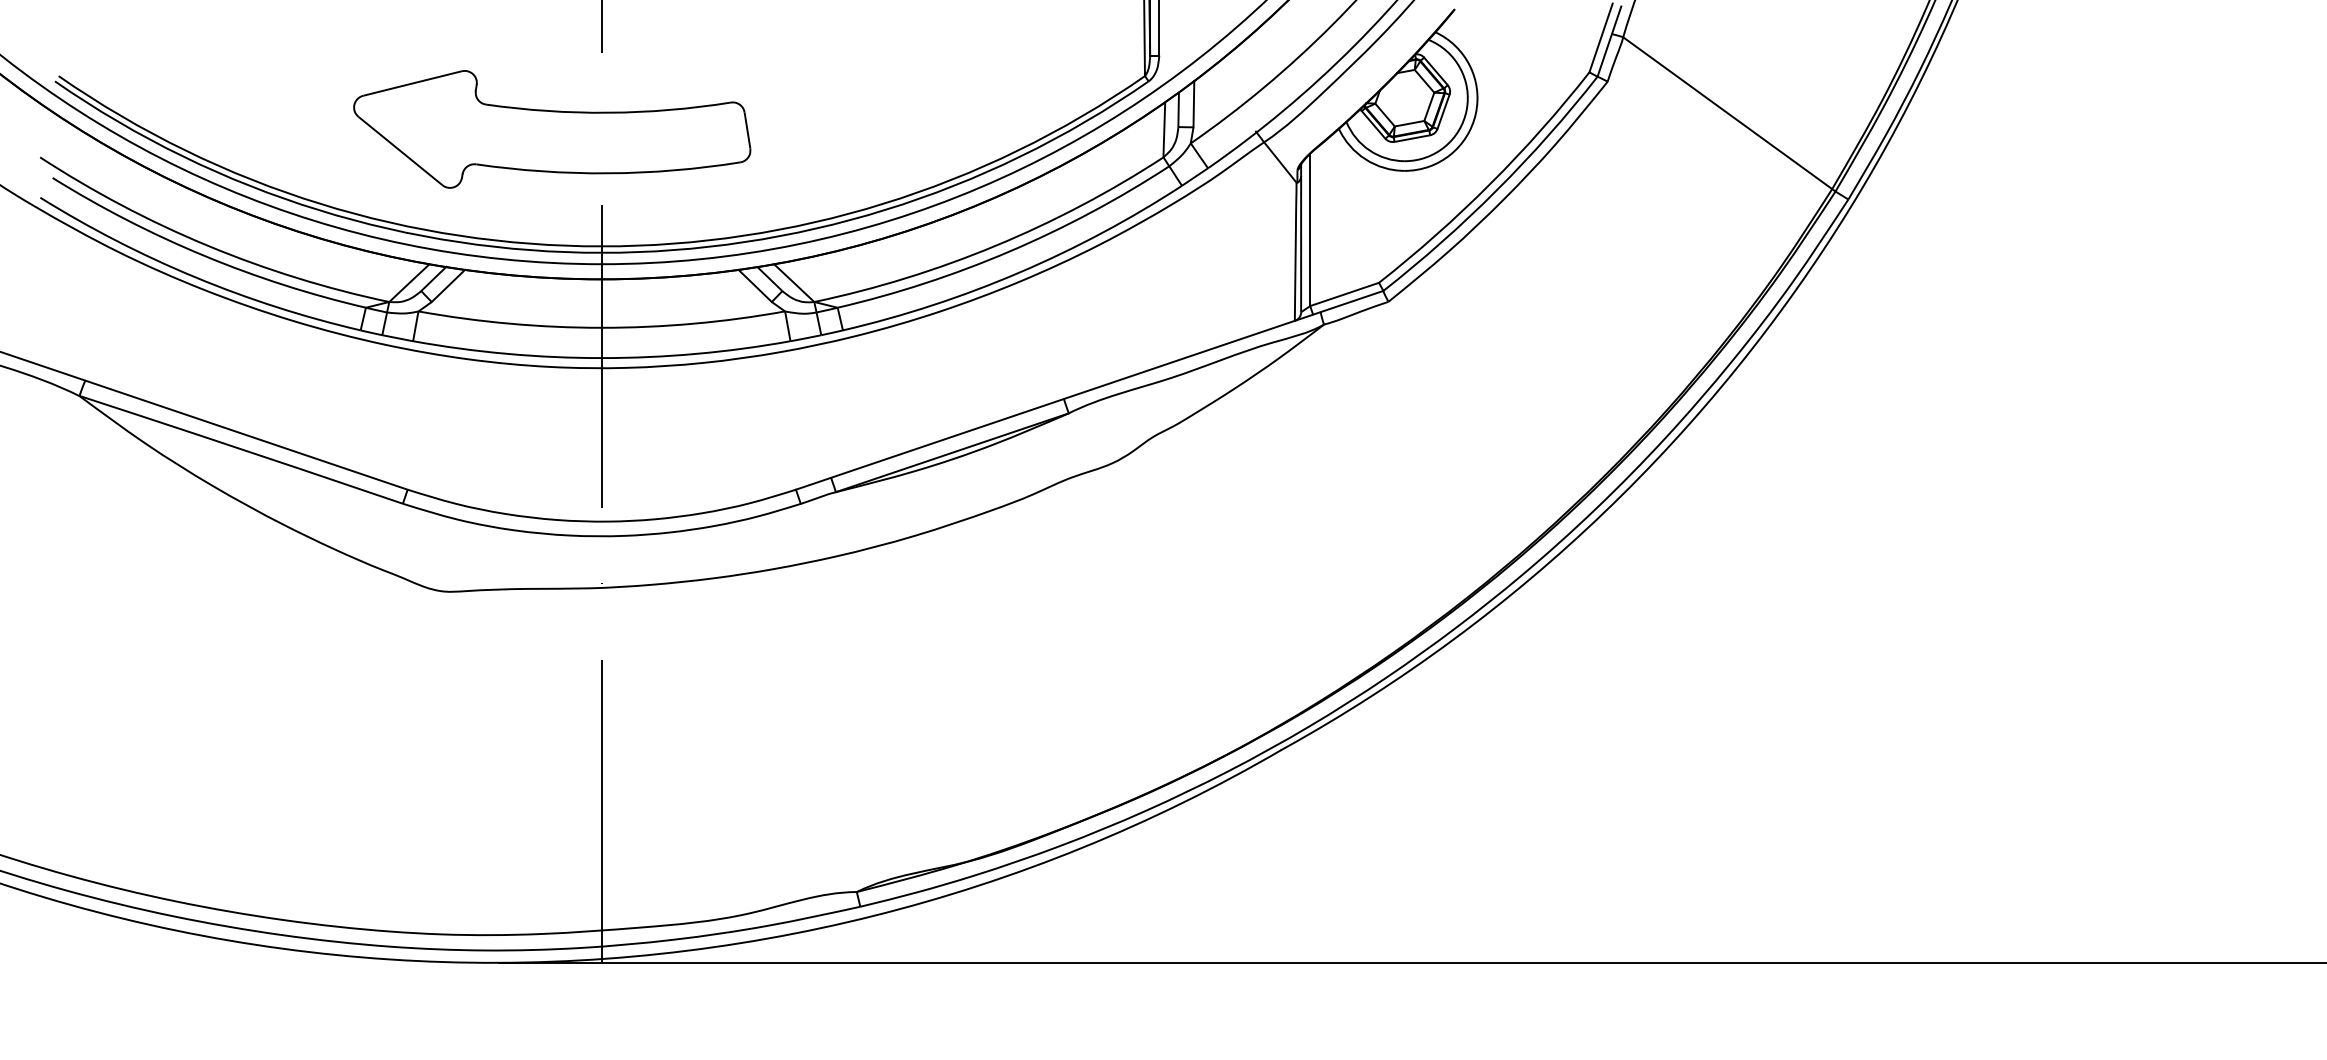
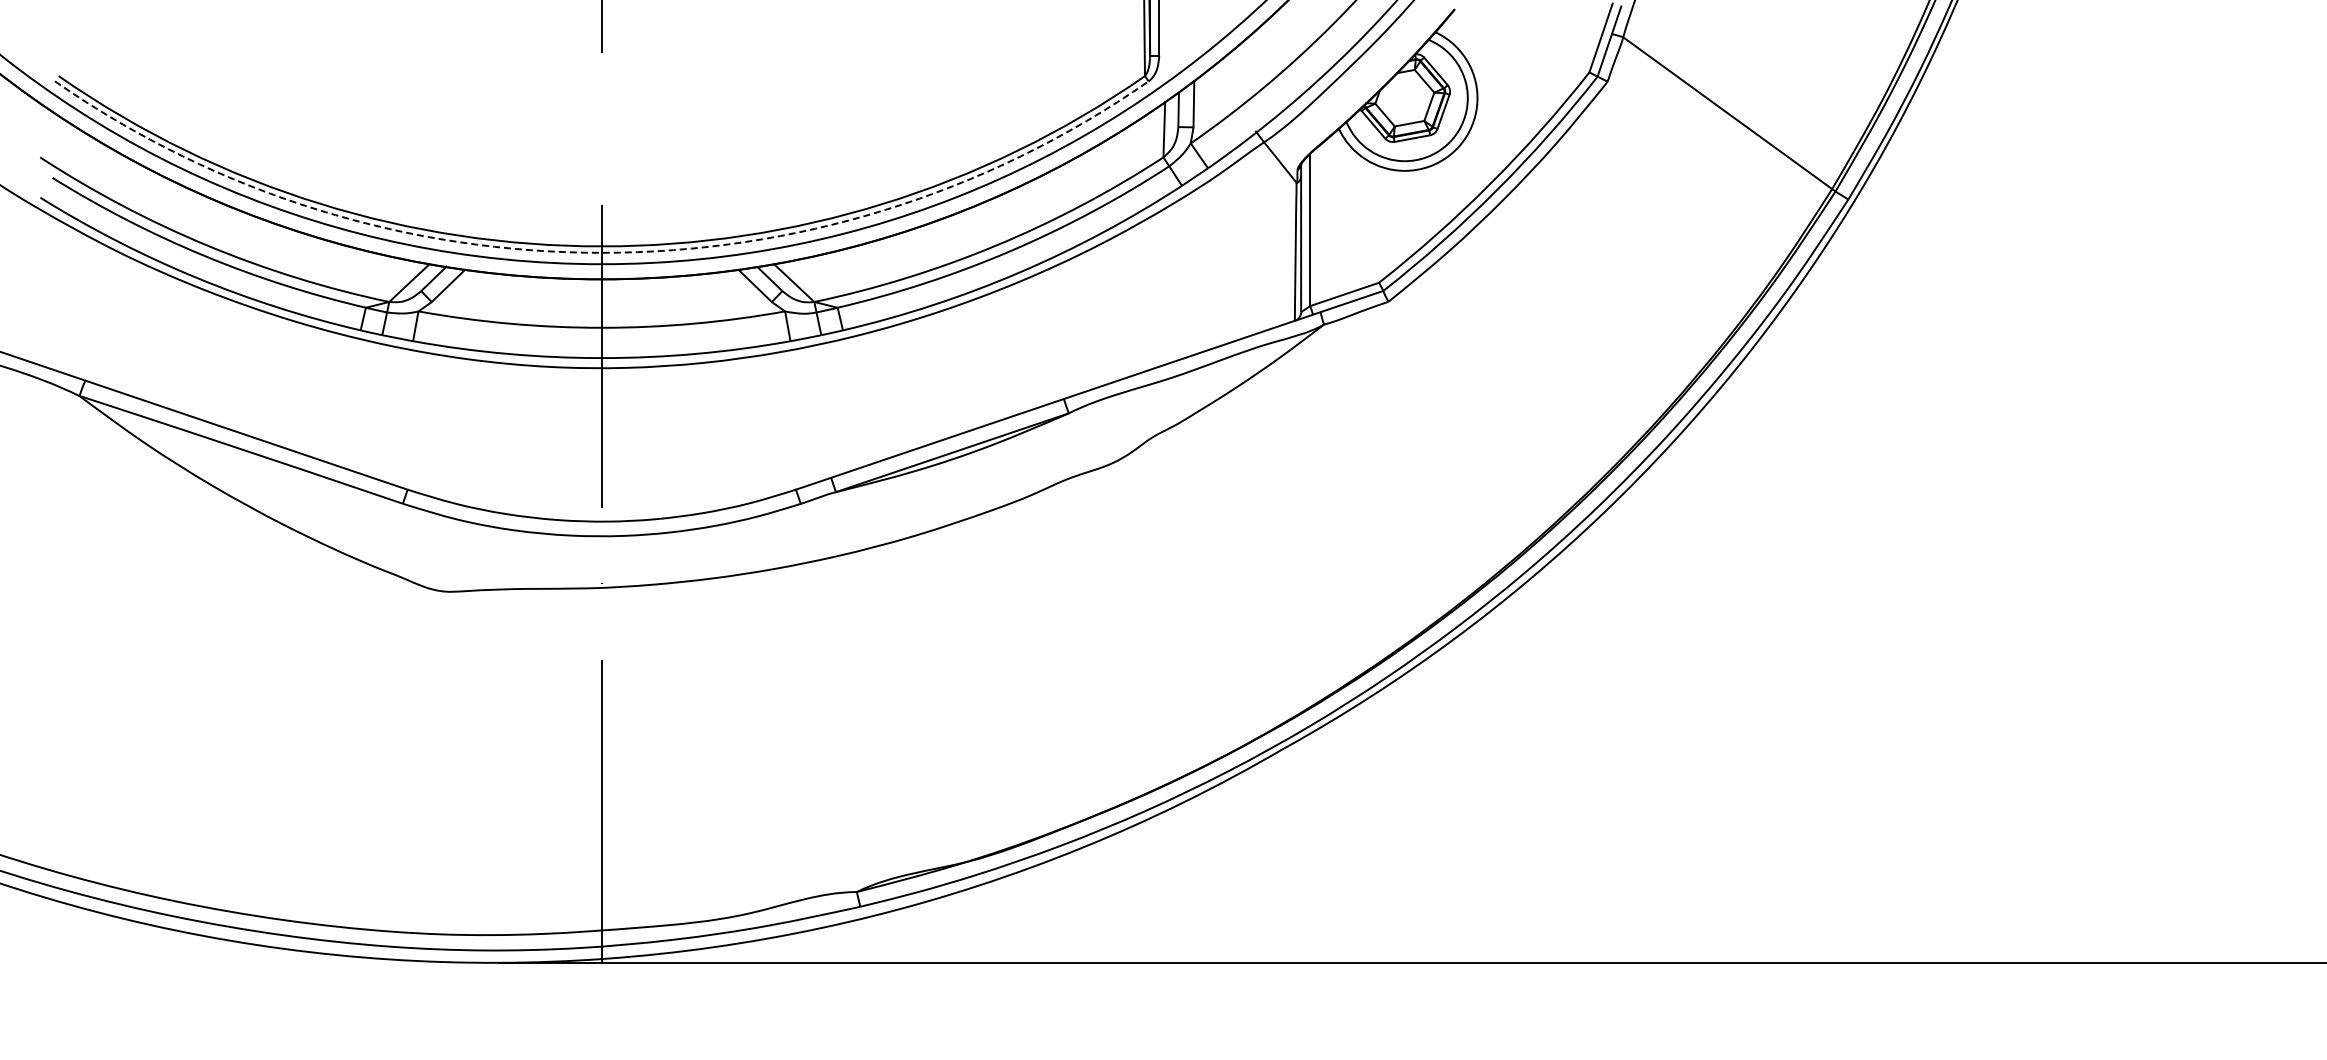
part at (552, 129): present -> none
arc at (601, 252): solid -> dashed
